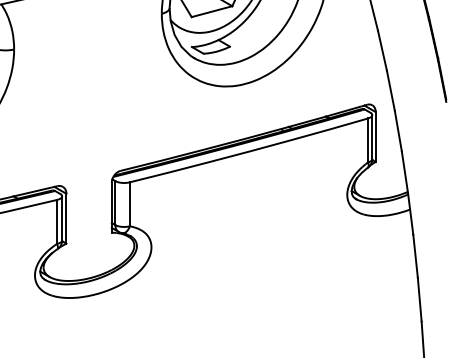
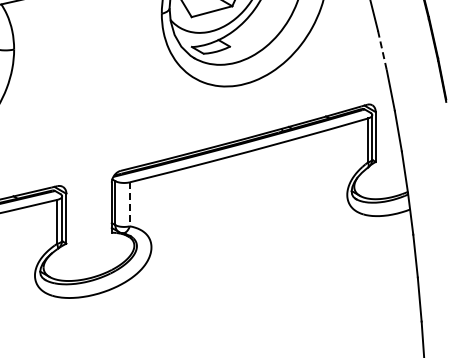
line at (382, 51): solid -> dashed
line at (129, 204): solid -> dashed
